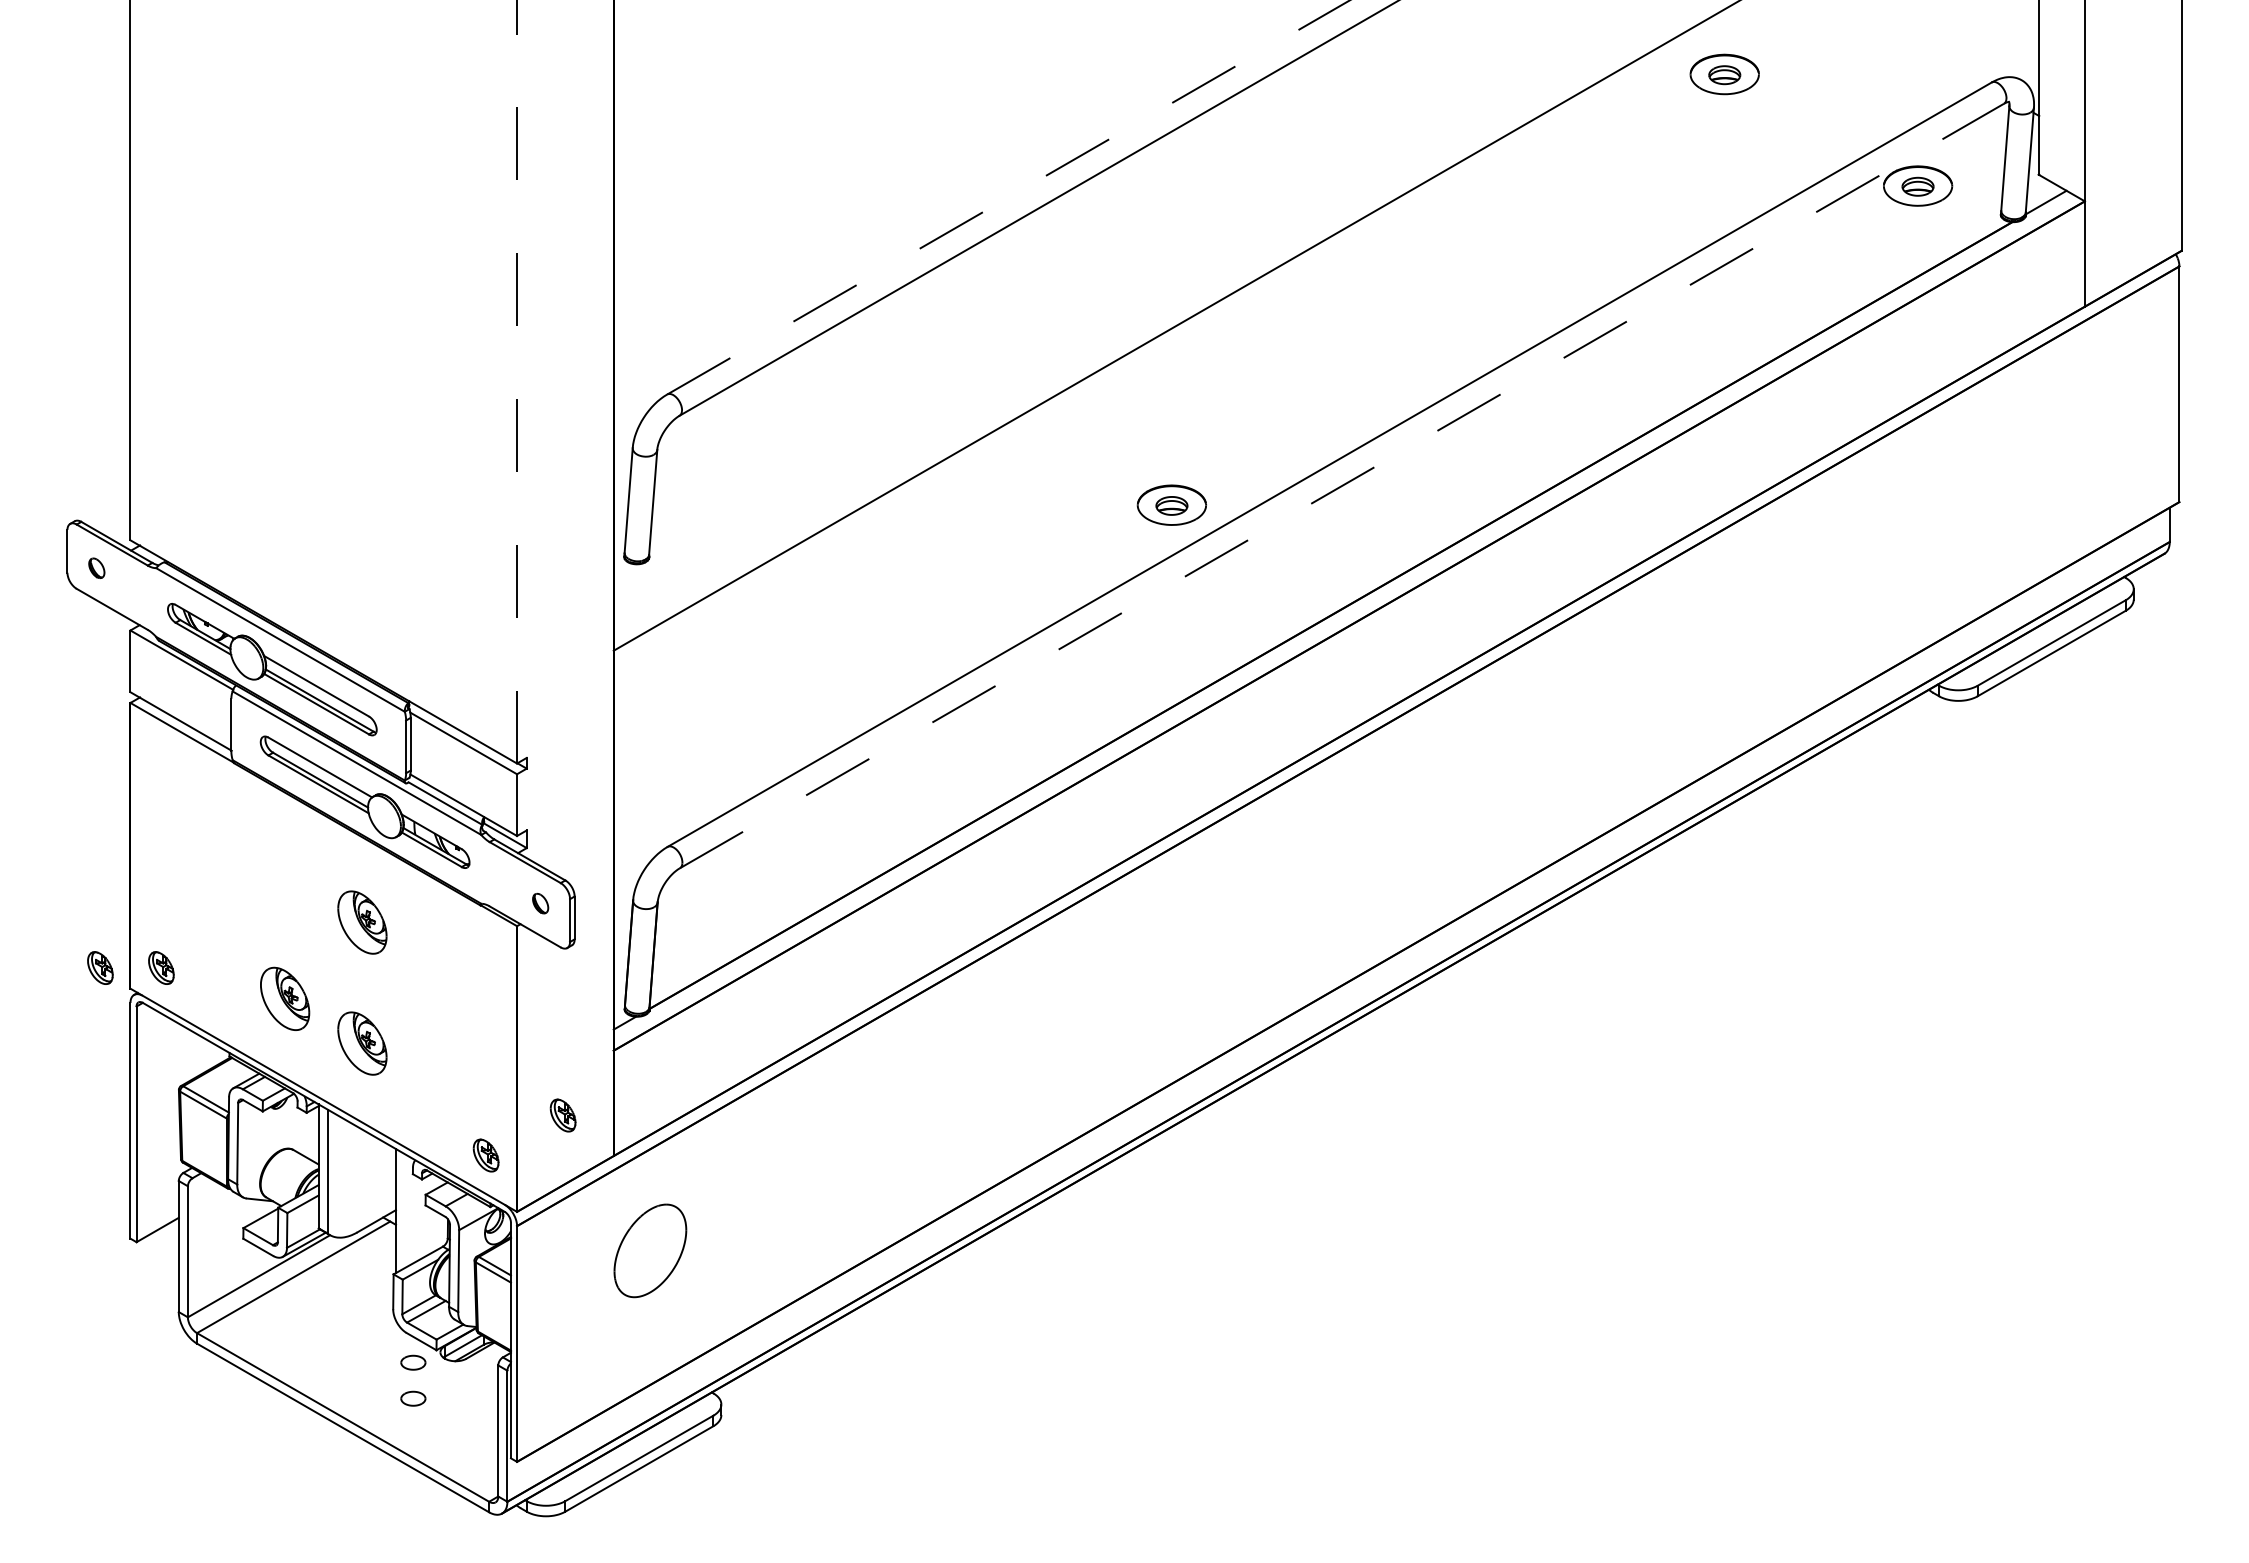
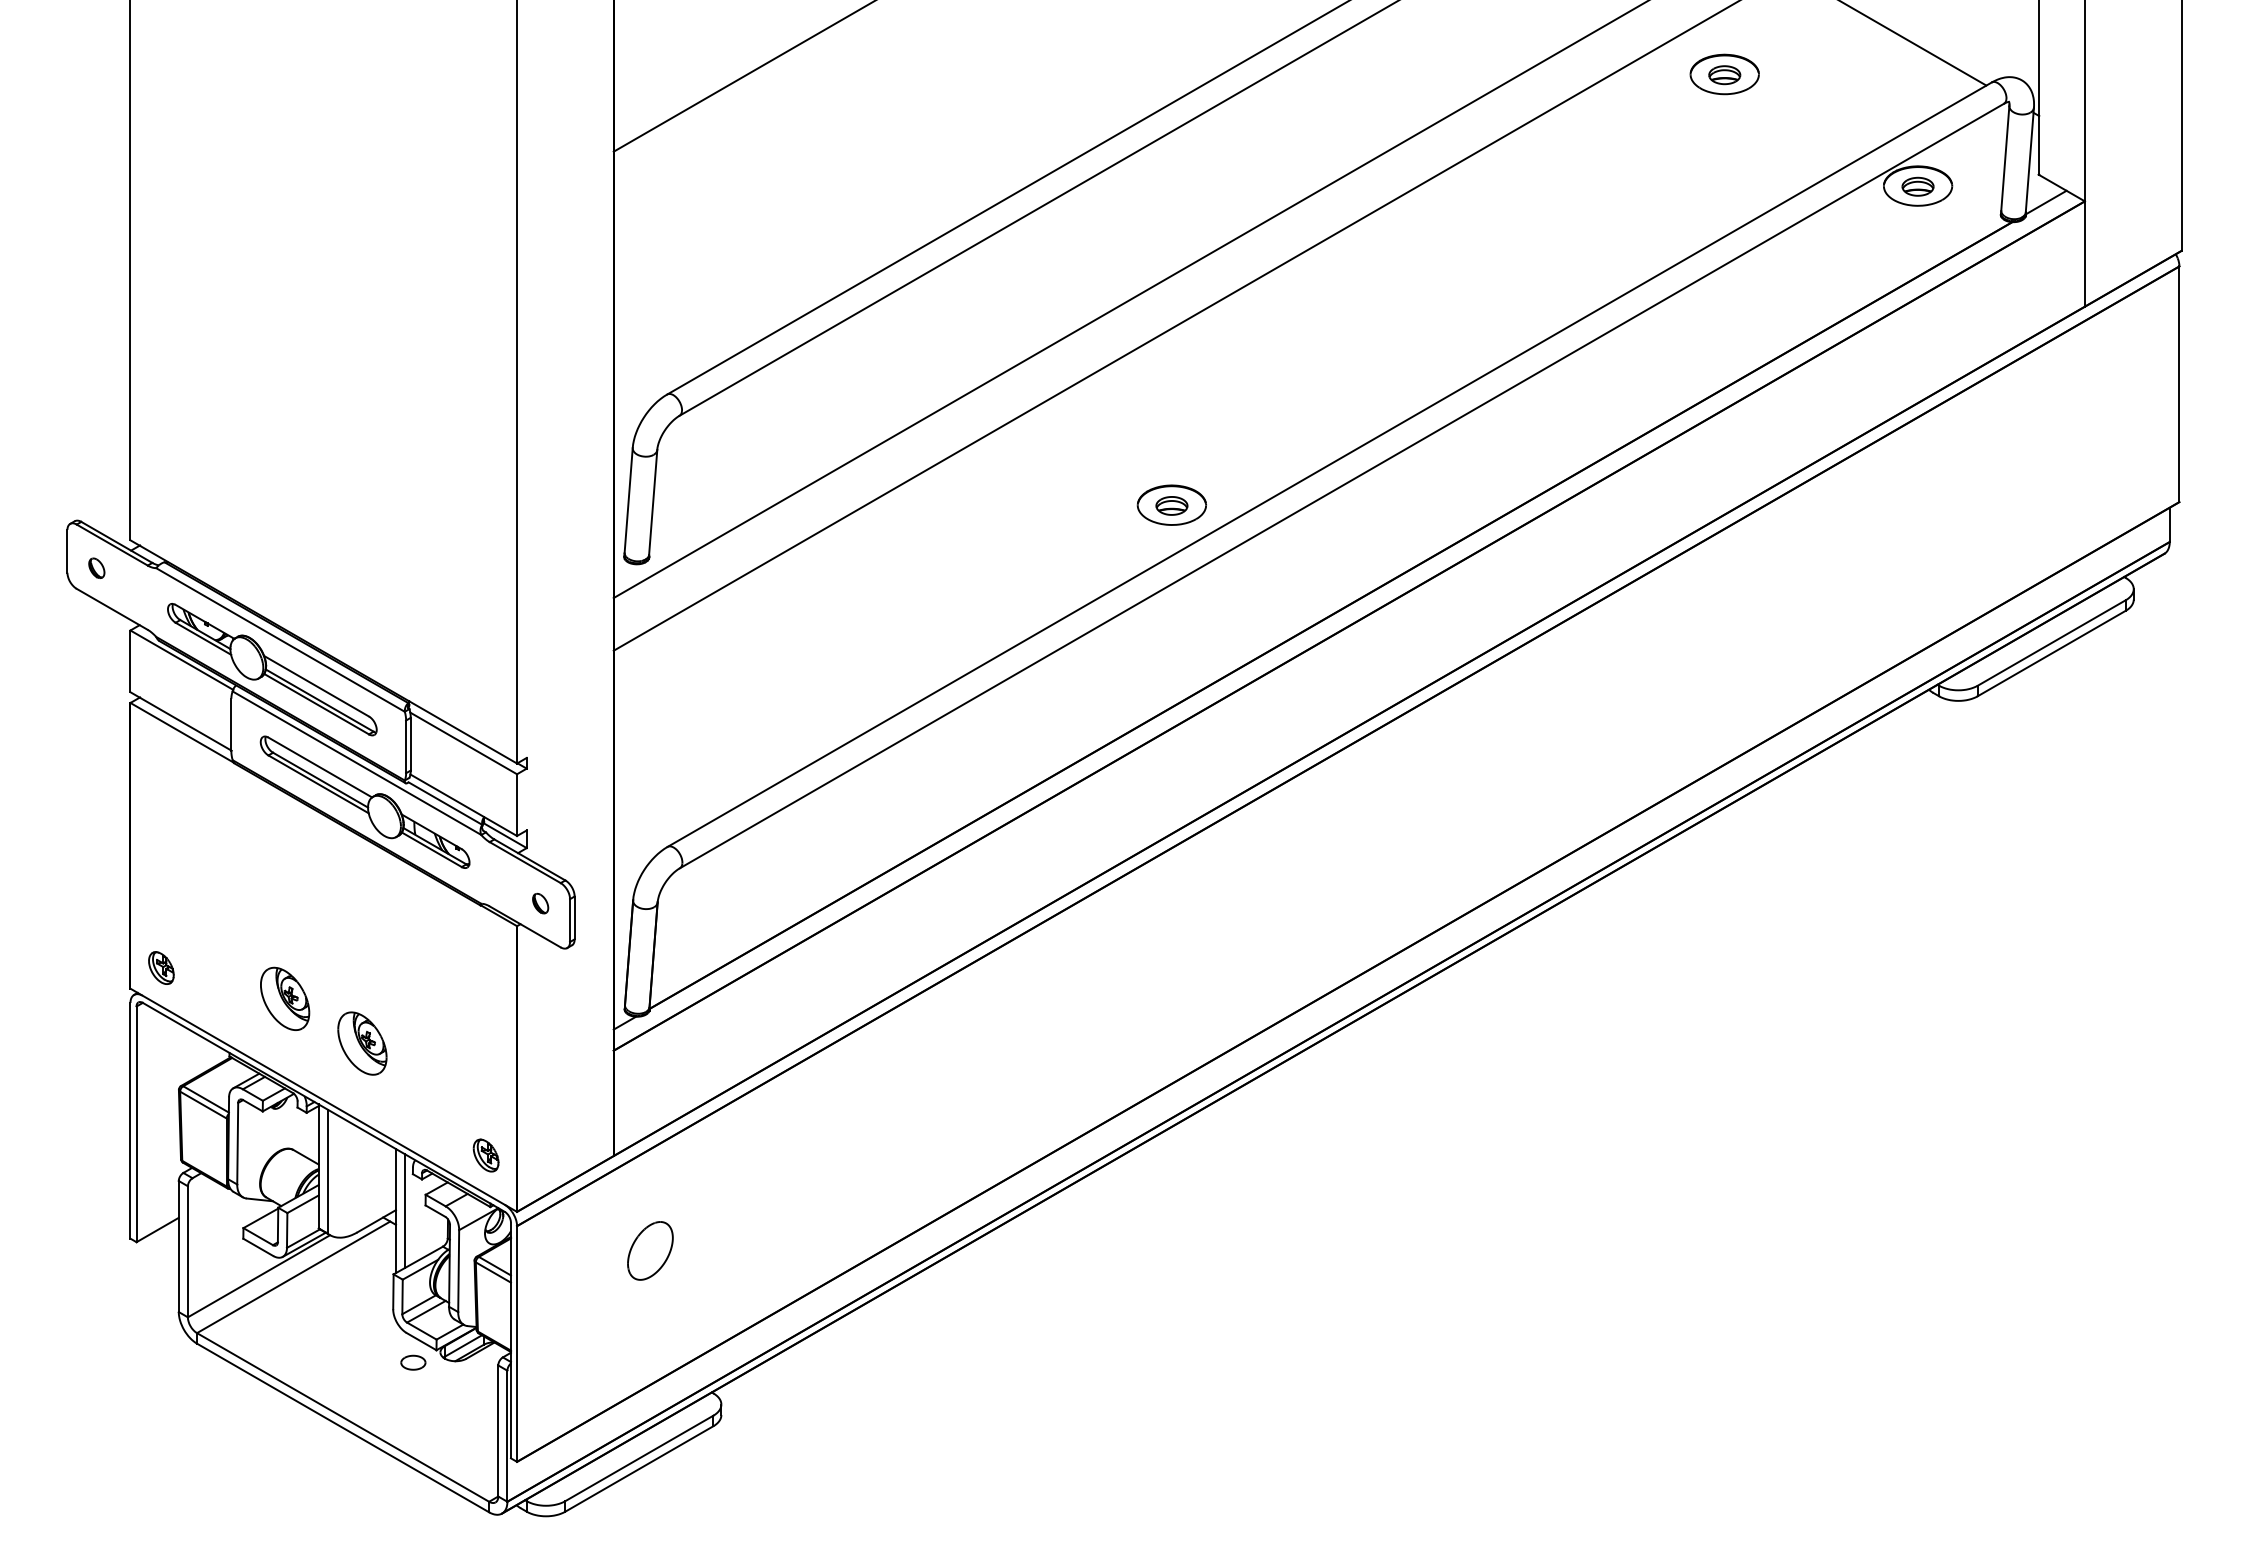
line at (1914, 43): none -> present
line at (742, 76): none -> present
line at (1009, 197): dashed -> solid
line at (1129, 300): none -> present
line at (517, 381): dashed -> solid
line at (1342, 485): dashed -> solid
part at (362, 922): present -> none
part at (100, 967): present -> none
part at (562, 1115): present -> none
line at (405, 1210): none -> present
part at (650, 1250) size: 75x96 px -> 47x60 px
part at (413, 1398): present -> none
